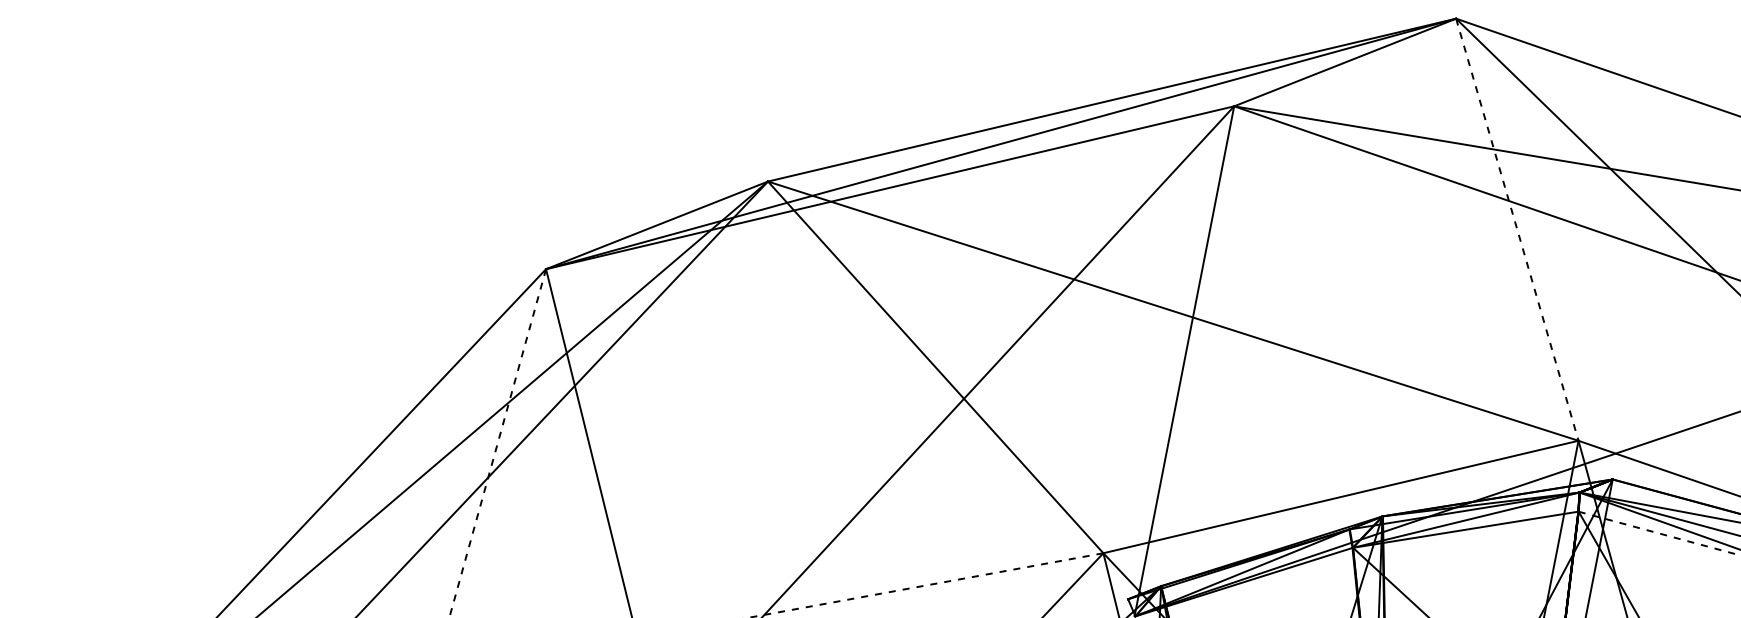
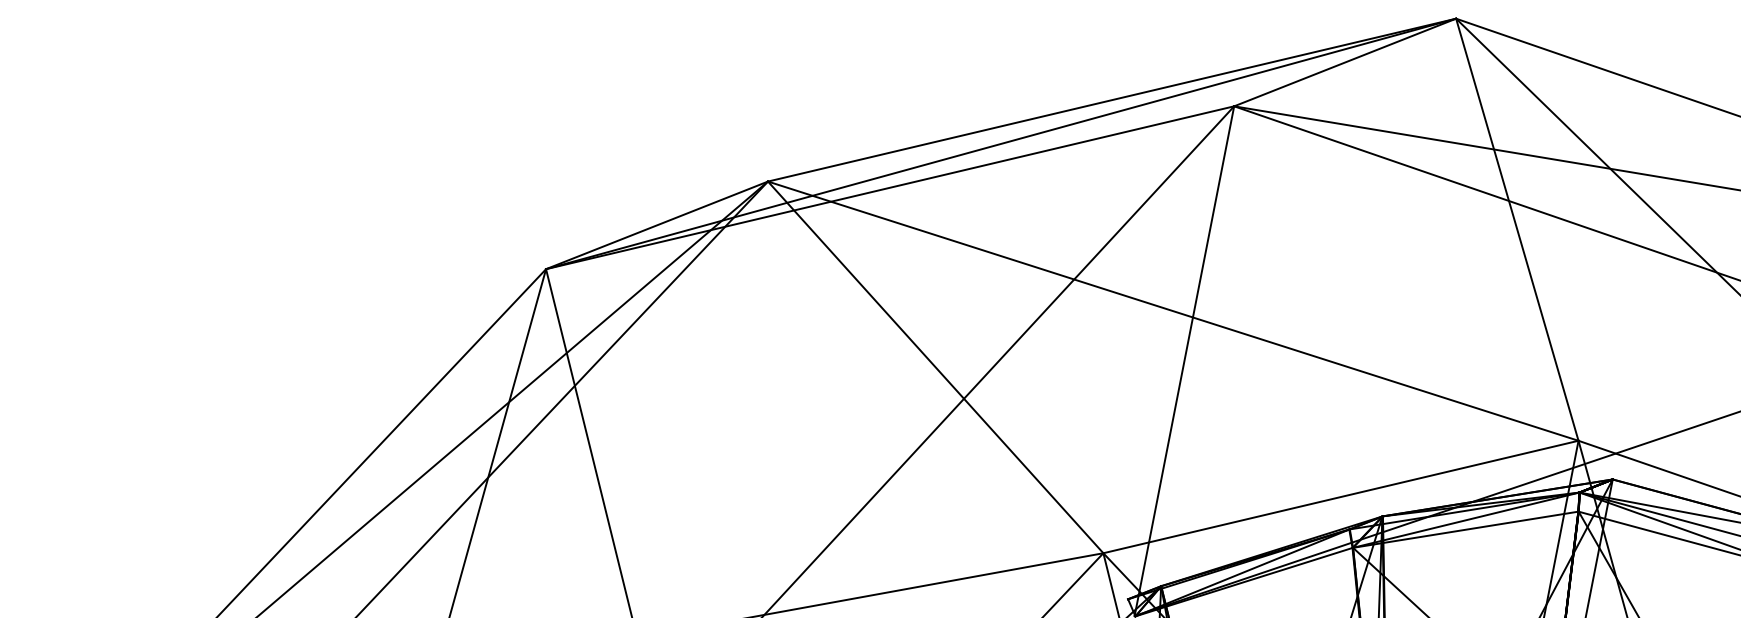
line at (1517, 229): dashed -> solid
line at (497, 443): dashed -> solid
line at (1659, 533): dashed -> solid
line at (925, 585): dashed -> solid
